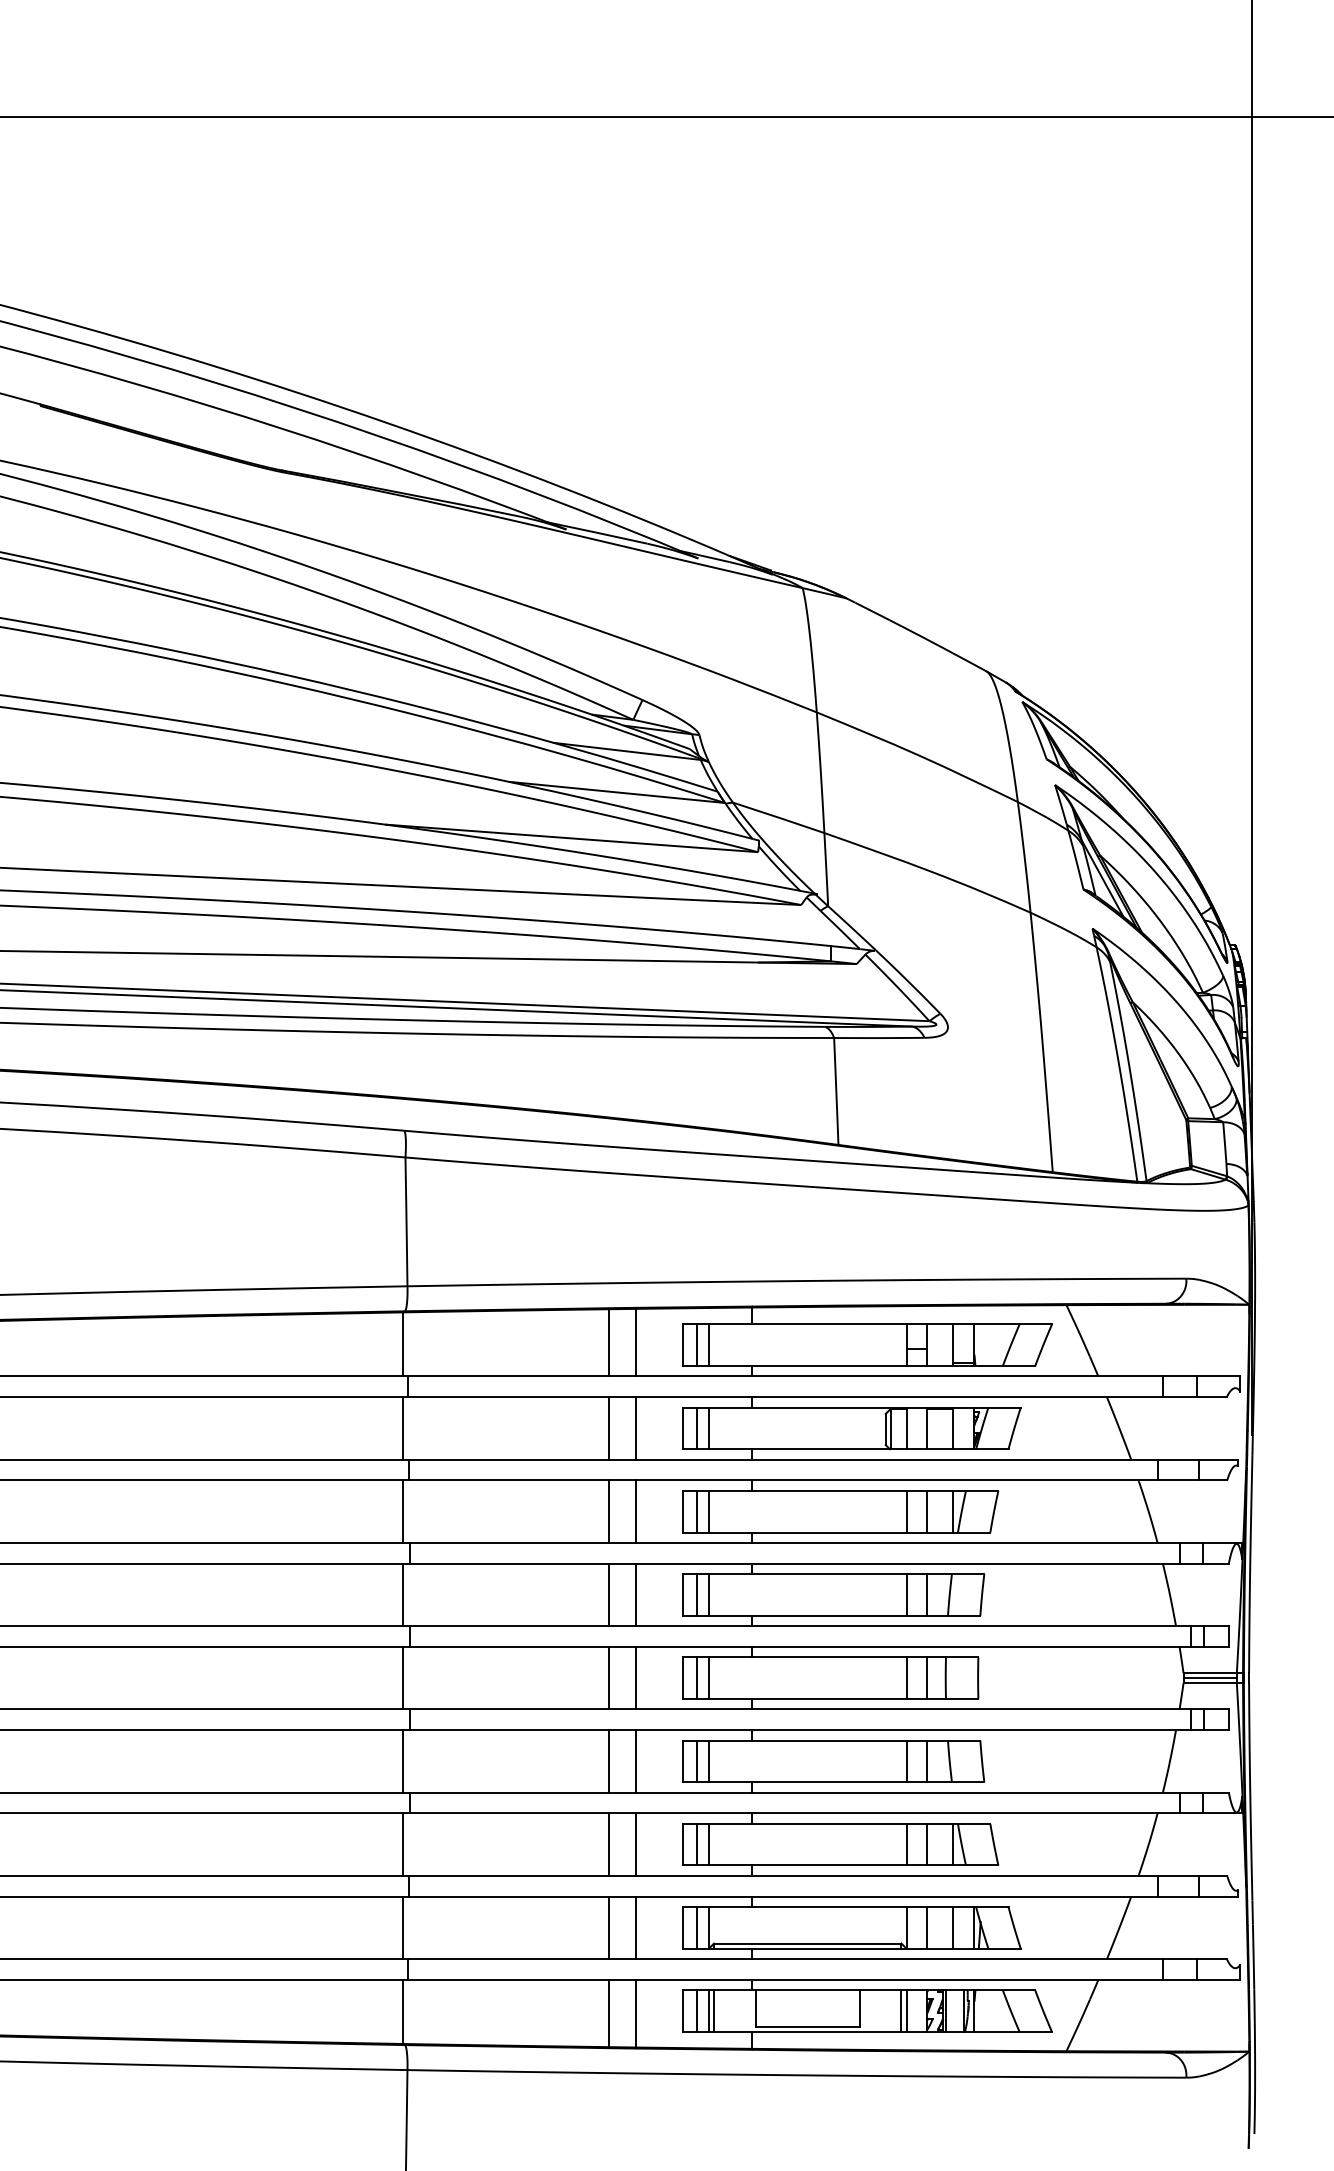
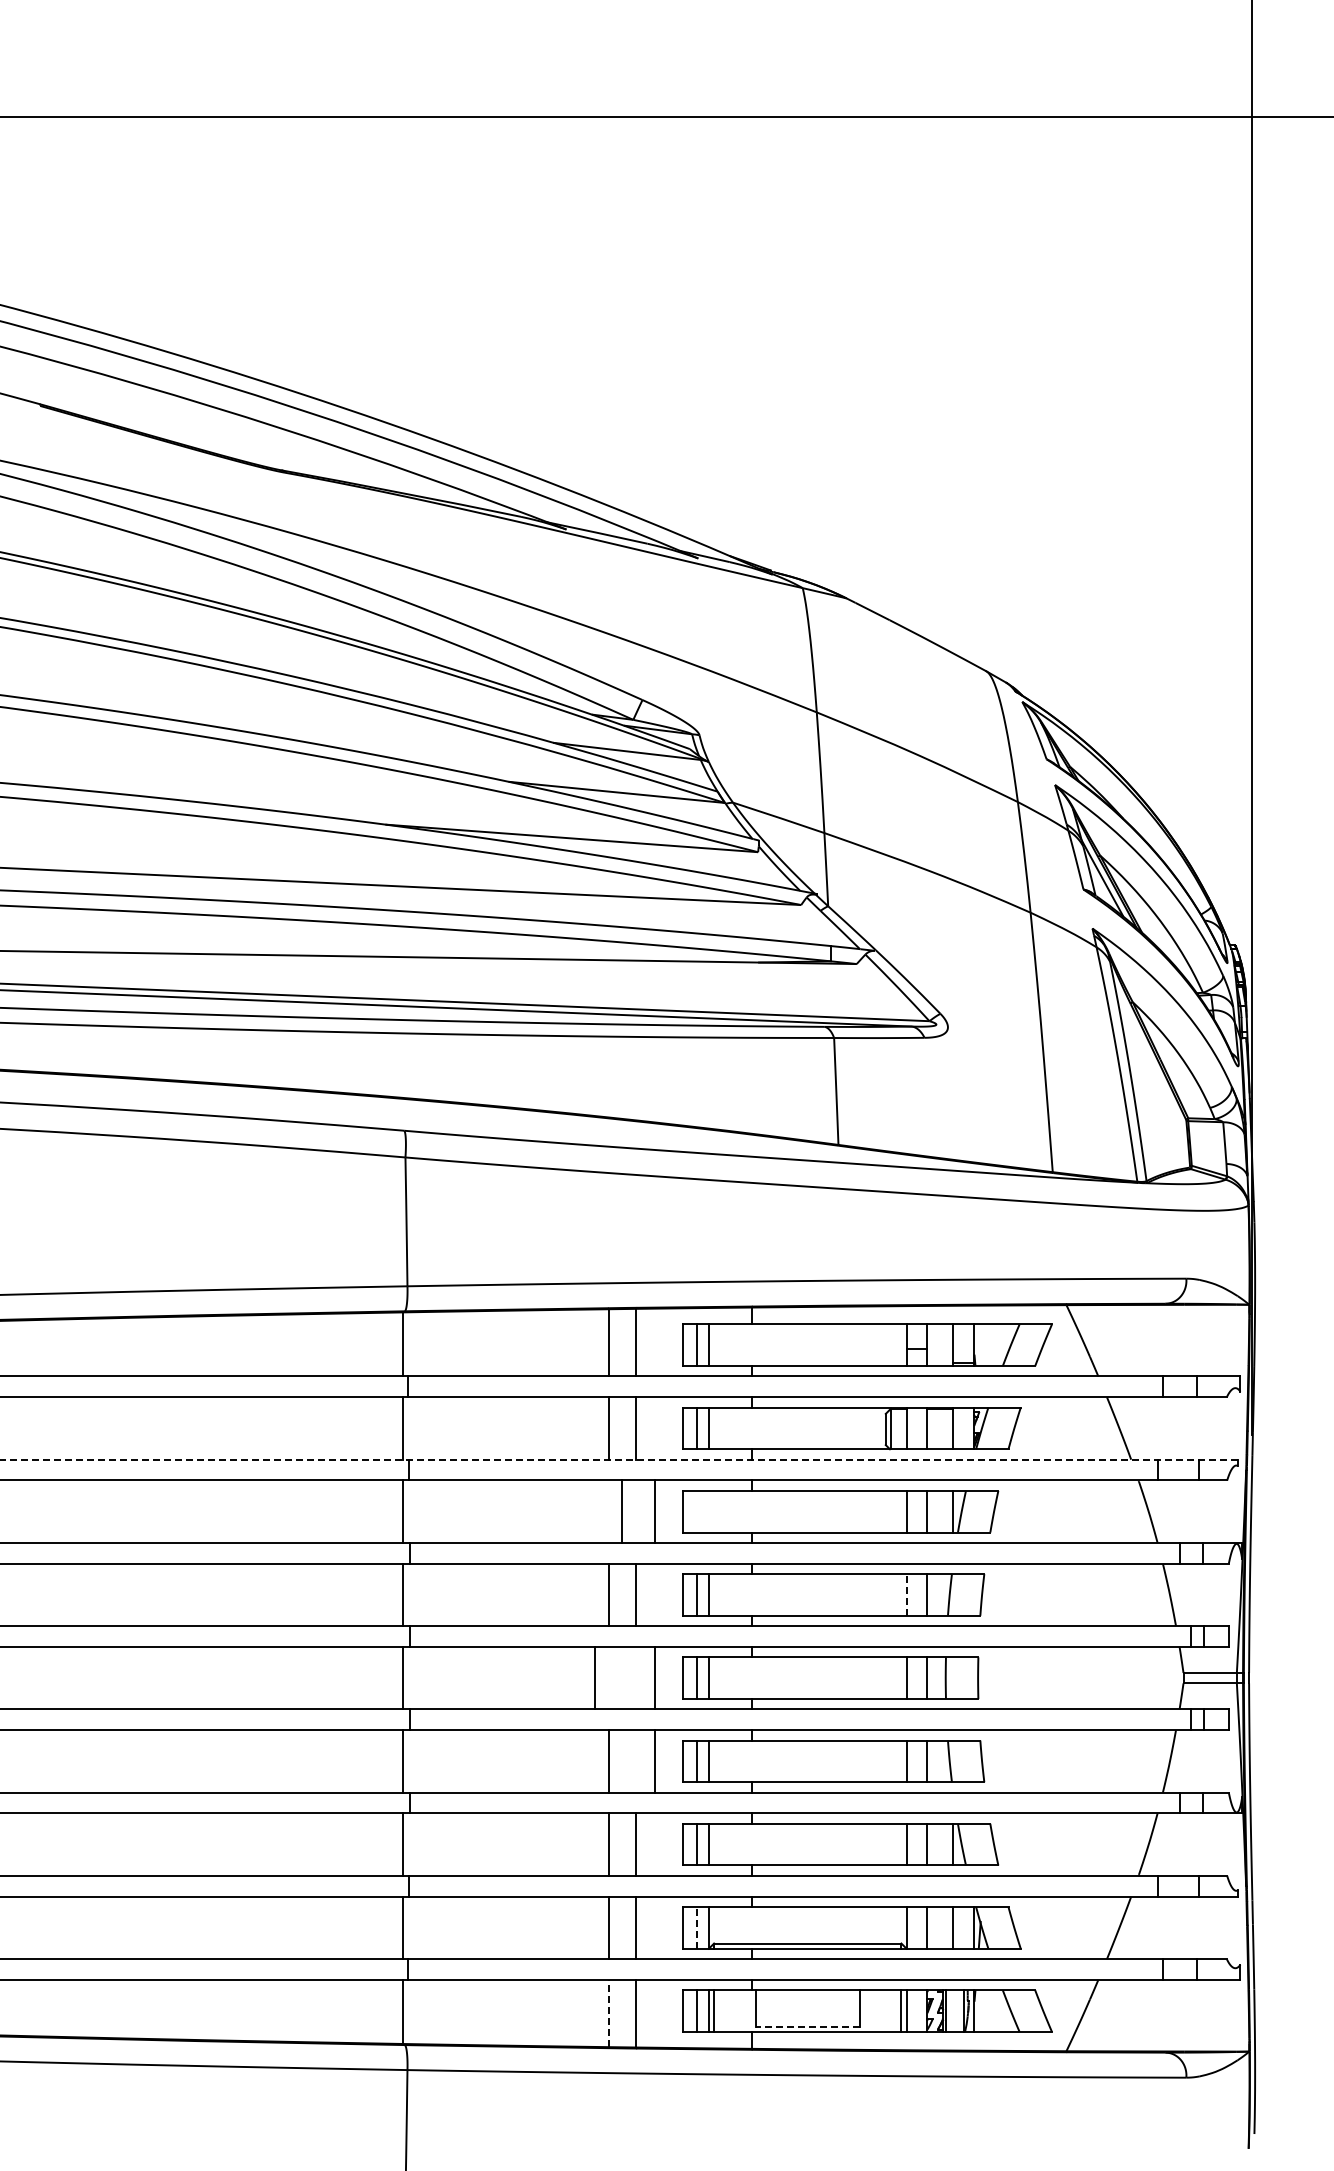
line at (619, 1459): solid -> dashed
line at (608, 1511) position: (608, 1511) -> (621, 1511)
line at (636, 1511) position: (636, 1511) -> (655, 1511)
line at (696, 1511): present -> none
line at (708, 1511): present -> none
line at (906, 1594): solid -> dashed
line at (608, 1677) position: (608, 1677) -> (594, 1677)
line at (636, 1677) position: (636, 1677) -> (655, 1677)
line at (1209, 1678): present -> none
line at (636, 1761) position: (636, 1761) -> (655, 1761)
line at (696, 1927): solid -> dashed
line at (608, 2013): solid -> dashed
line at (807, 2026): solid -> dashed
